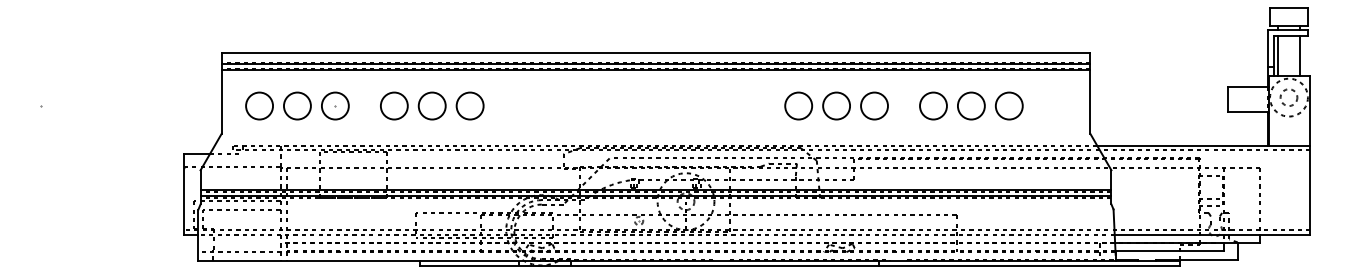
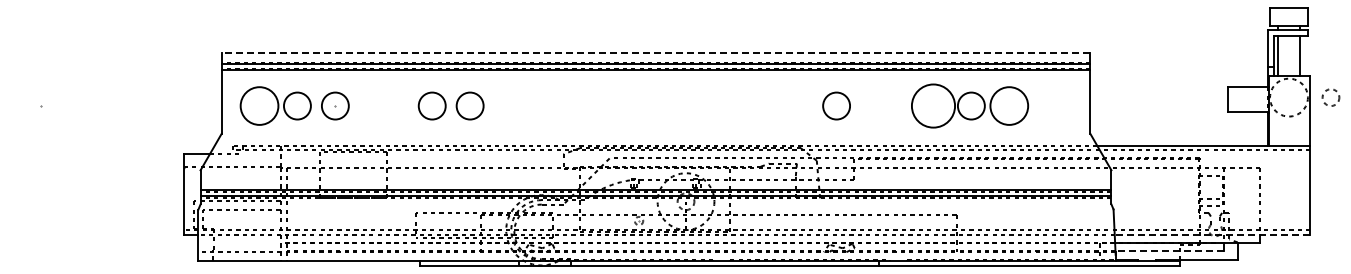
line at (655, 52): solid -> dashed
circle at (1288, 97) position: (1288, 97) -> (1330, 97)
circle at (259, 105) diameter: 27 px -> 38 px
circle at (394, 105): present -> none
circle at (798, 105): present -> none
circle at (874, 105): present -> none
circle at (933, 105) diameter: 27 px -> 43 px
circle at (1008, 105) diameter: 27 px -> 38 px
line at (1212, 234): solid -> dashed
line at (1169, 251): solid -> dashed
